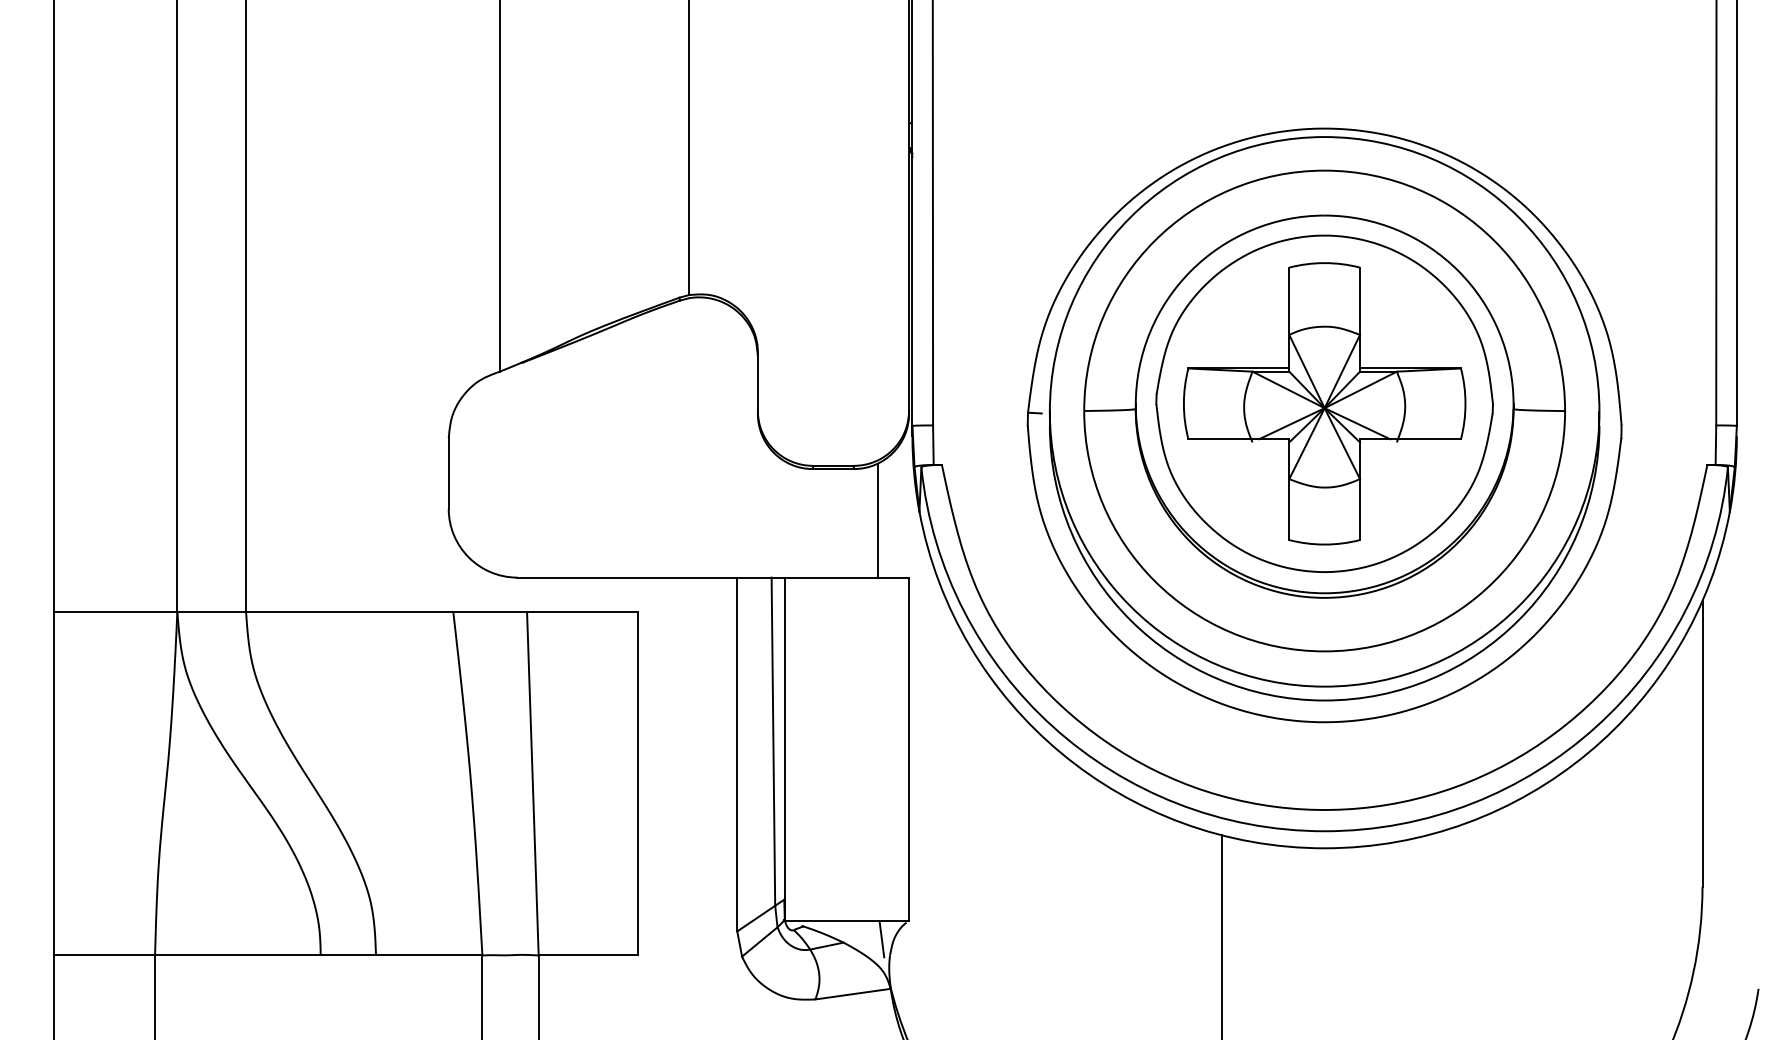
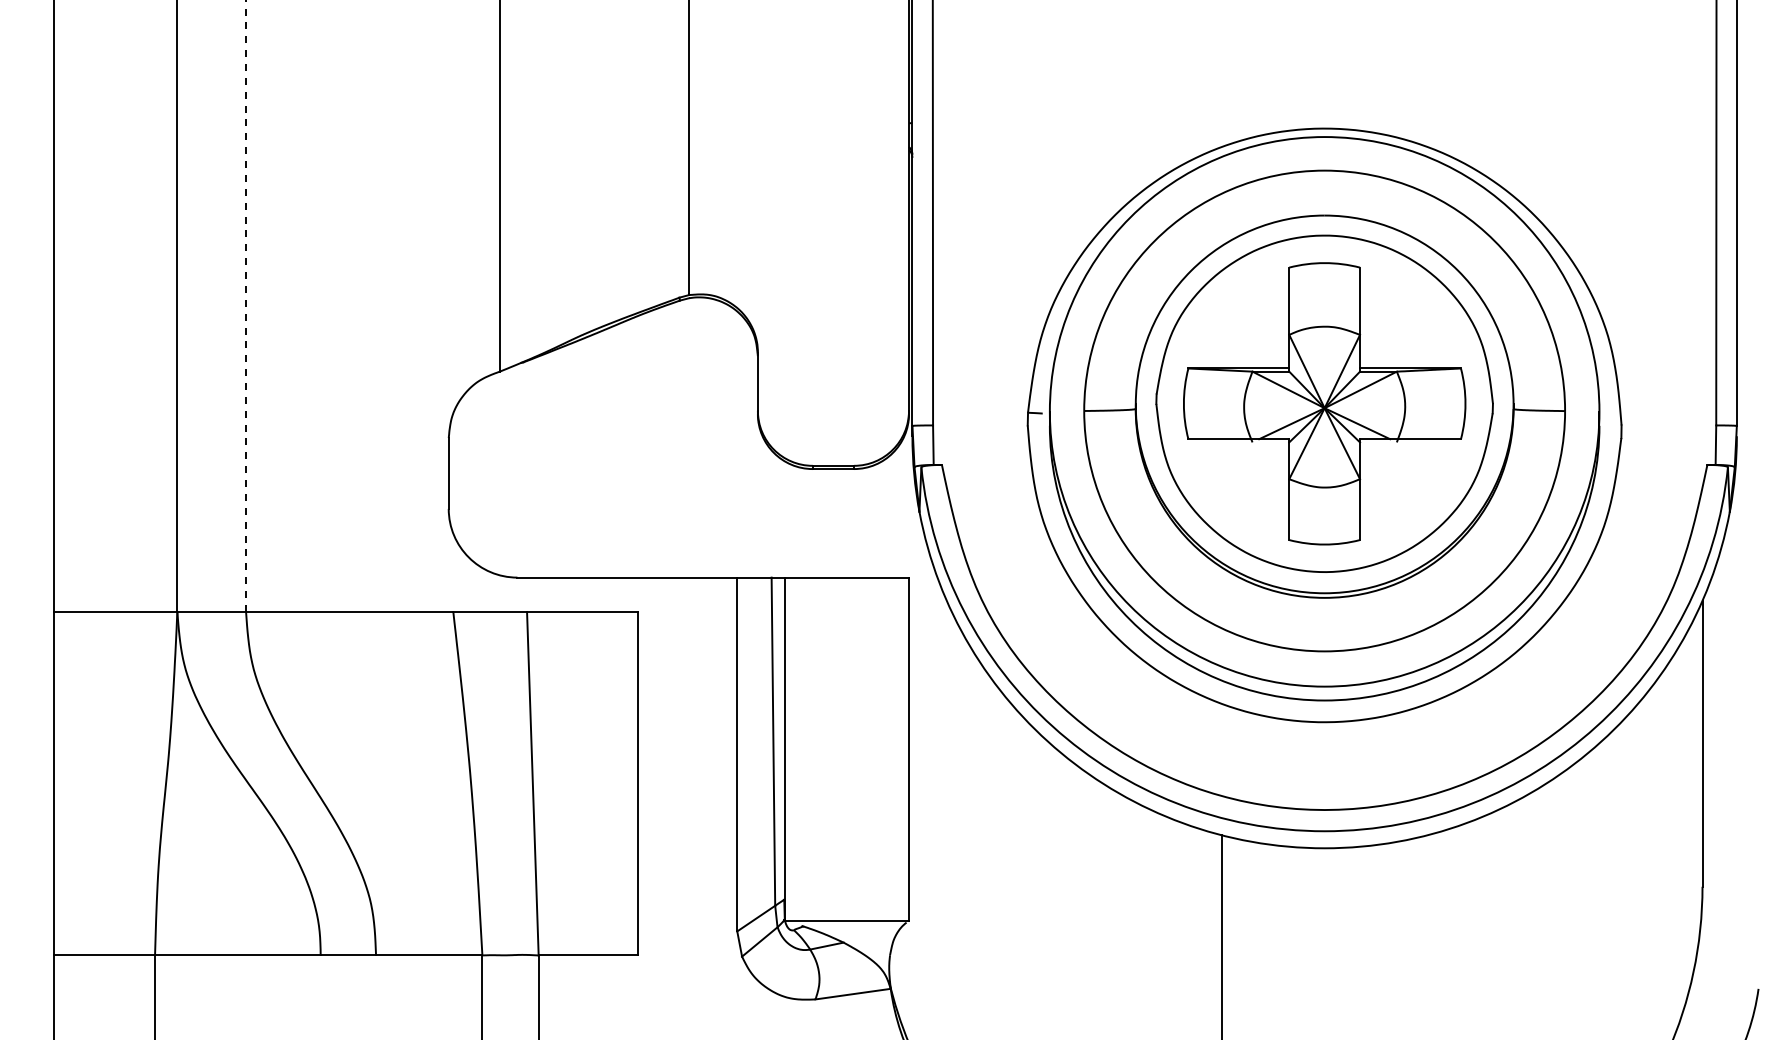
line at (246, 306): solid -> dashed
line at (878, 520): present -> none
line at (881, 939): present -> none
